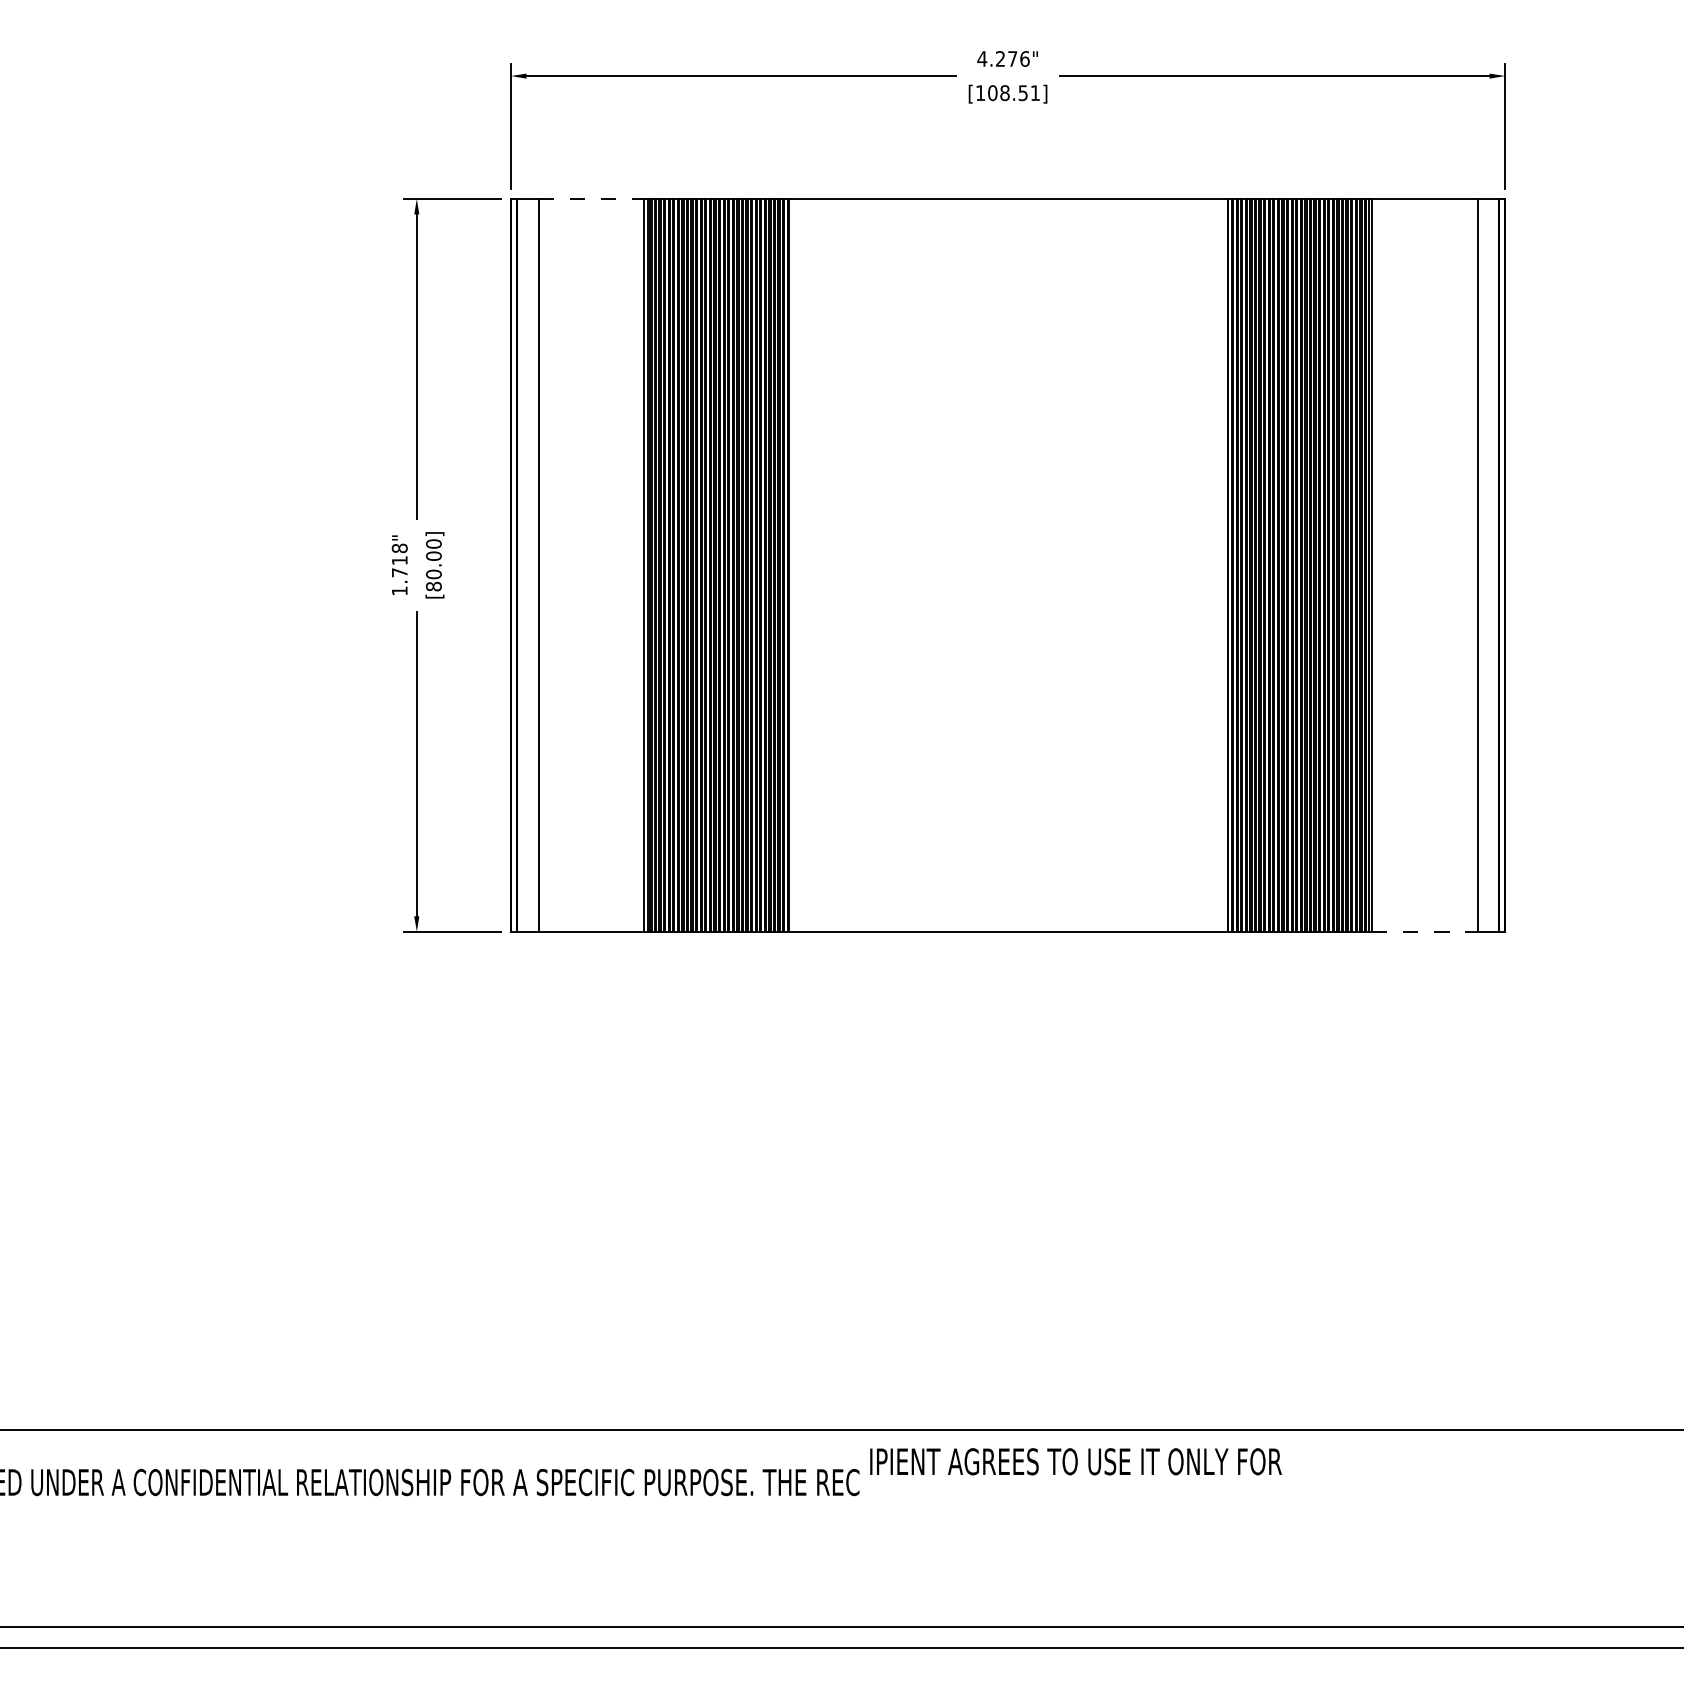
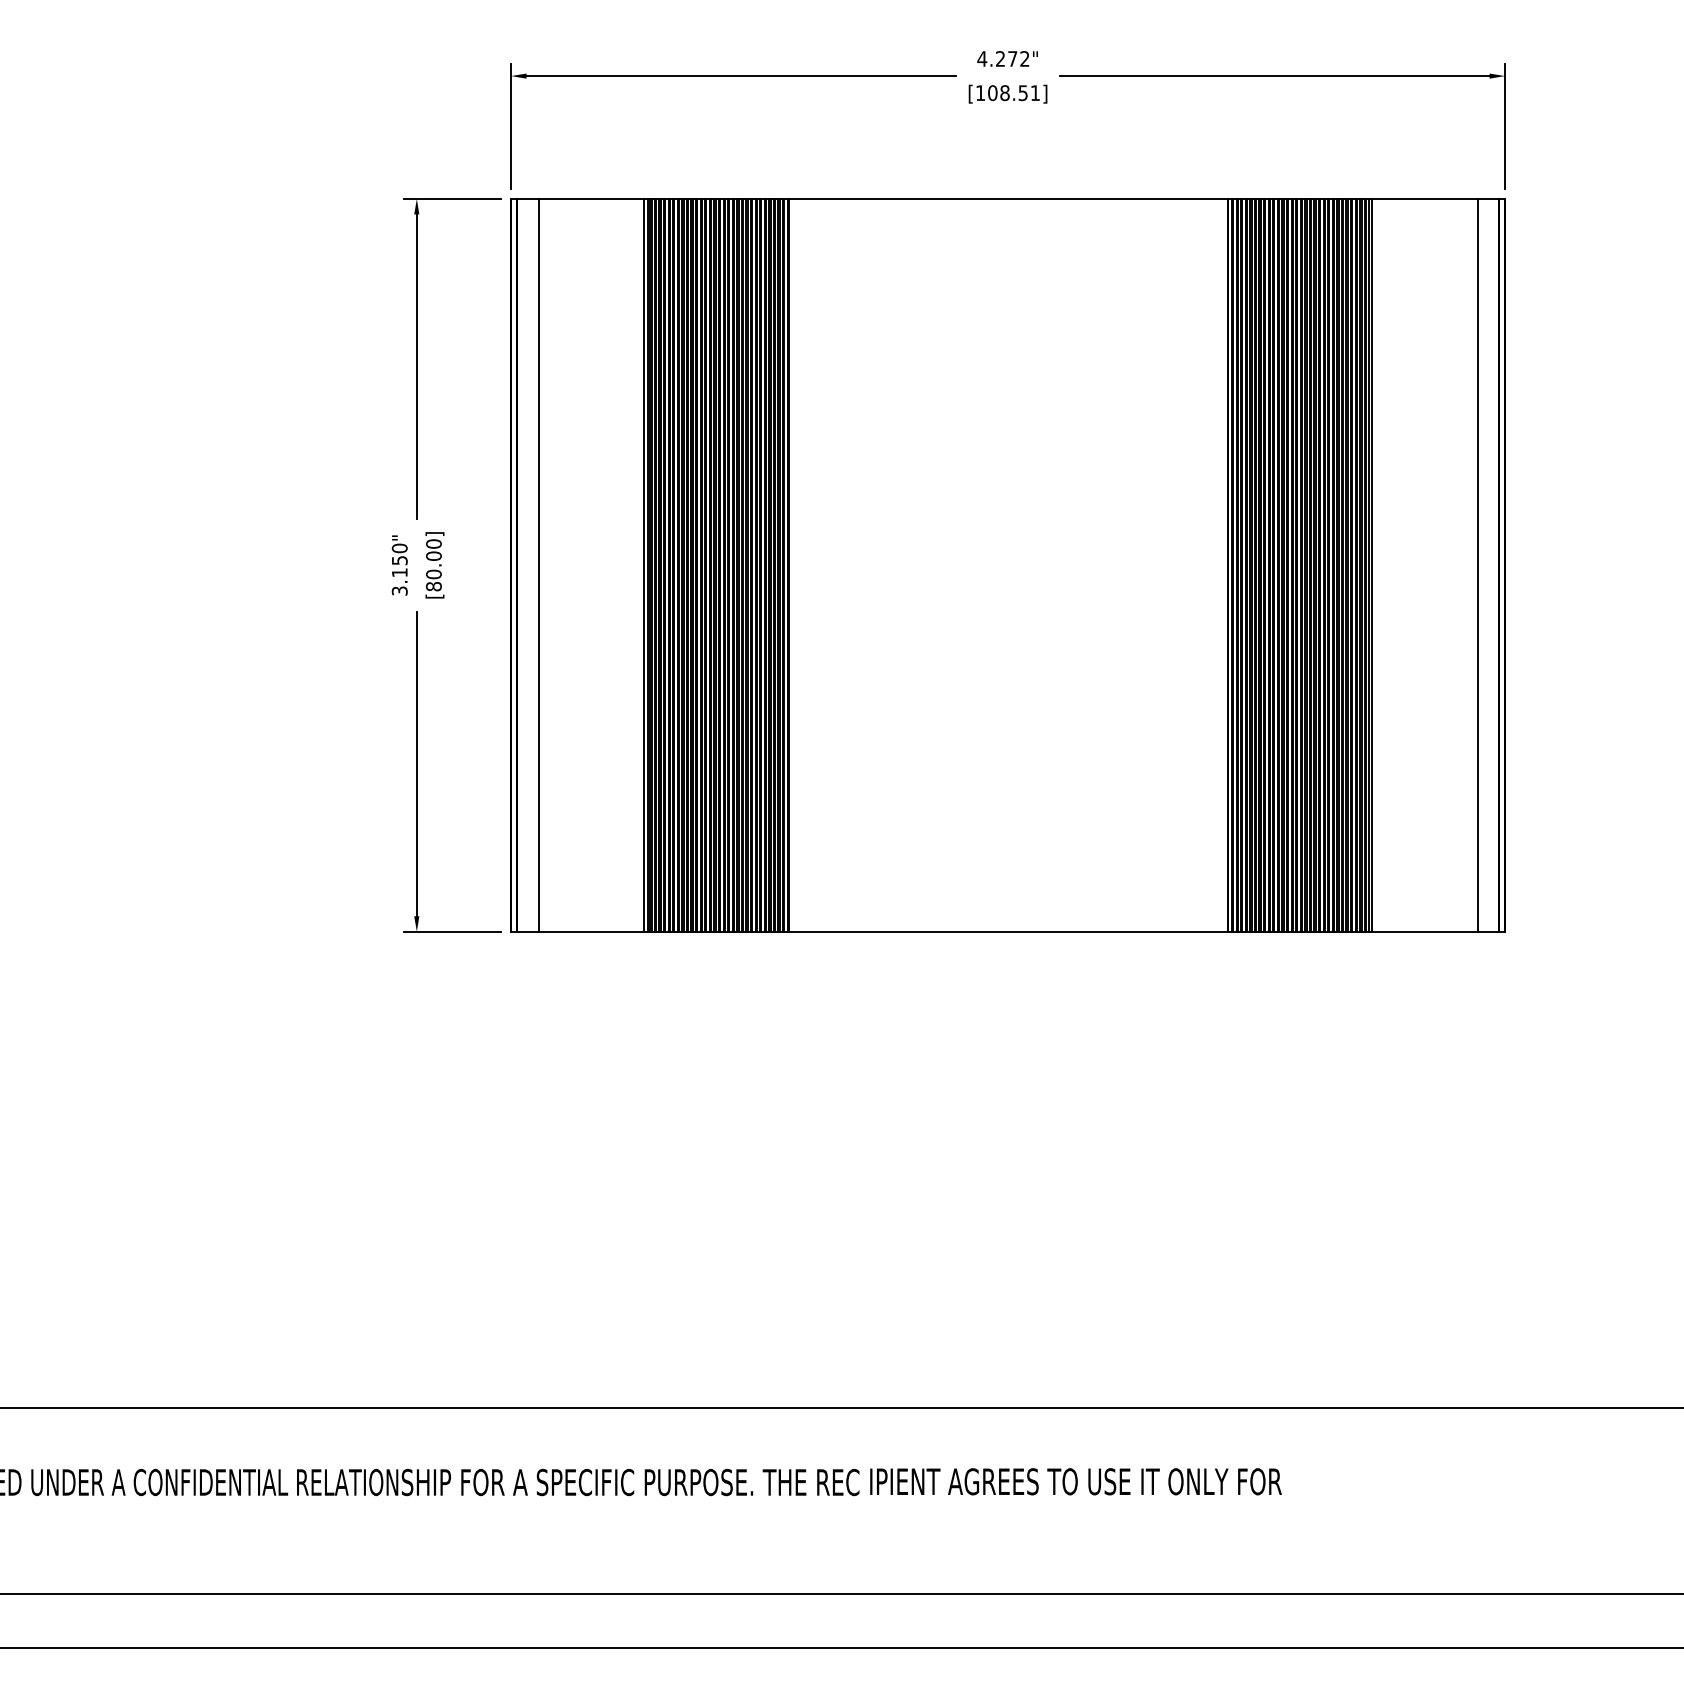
text at (1024, 58): 4.276" -> 4.272"
line at (591, 198): dashed -> solid
text at (399, 569): 1.718" -> 3.150"
line at (1424, 931): dashed -> solid
line at (841, 1430) position: (841, 1430) -> (841, 1408)
text at (1075, 1461) position: (1075, 1461) -> (1075, 1481)
line at (841, 1626) position: (841, 1626) -> (841, 1593)
